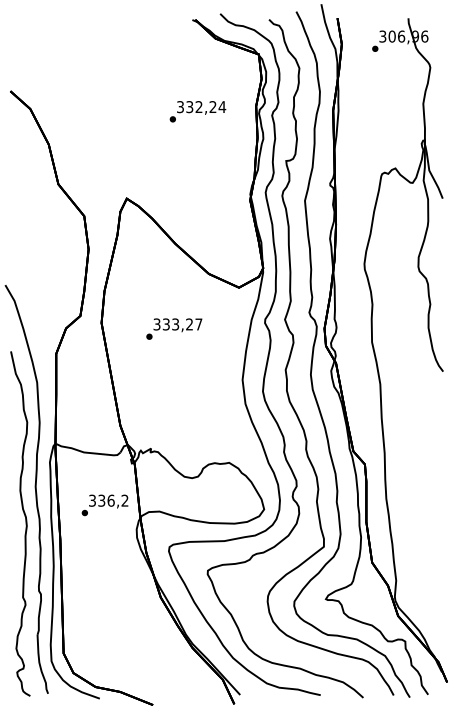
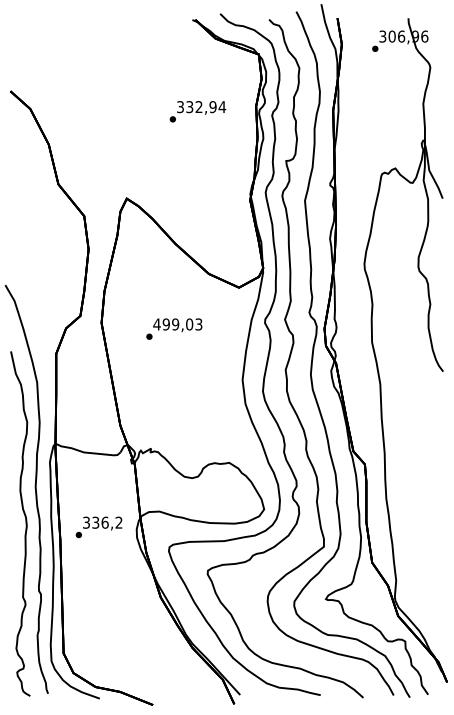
text at (212, 107): 332,24 -> 332,94
text at (177, 324): 333,27 -> 499,03
text at (104, 505) position: (104, 505) -> (98, 527)
